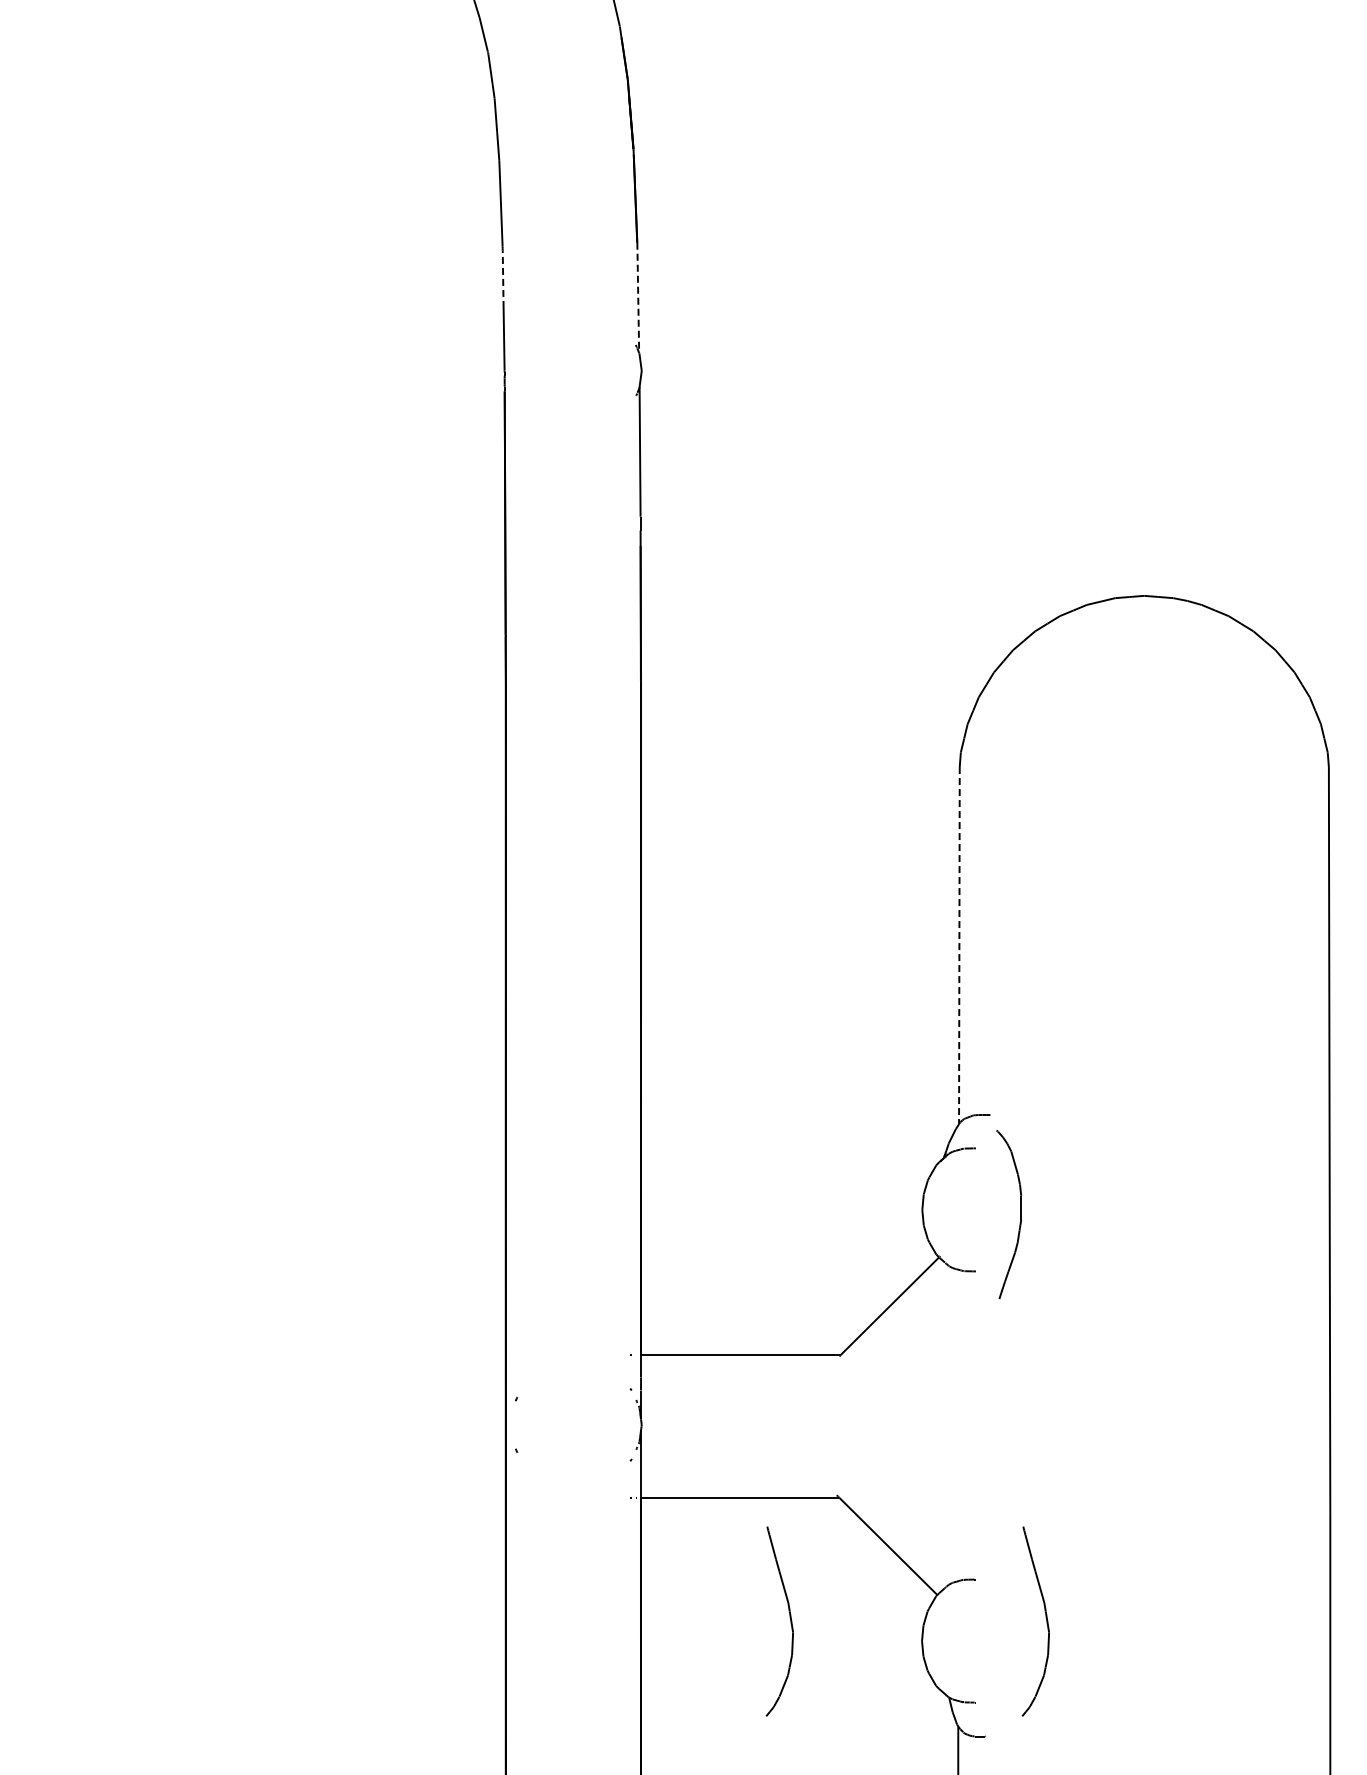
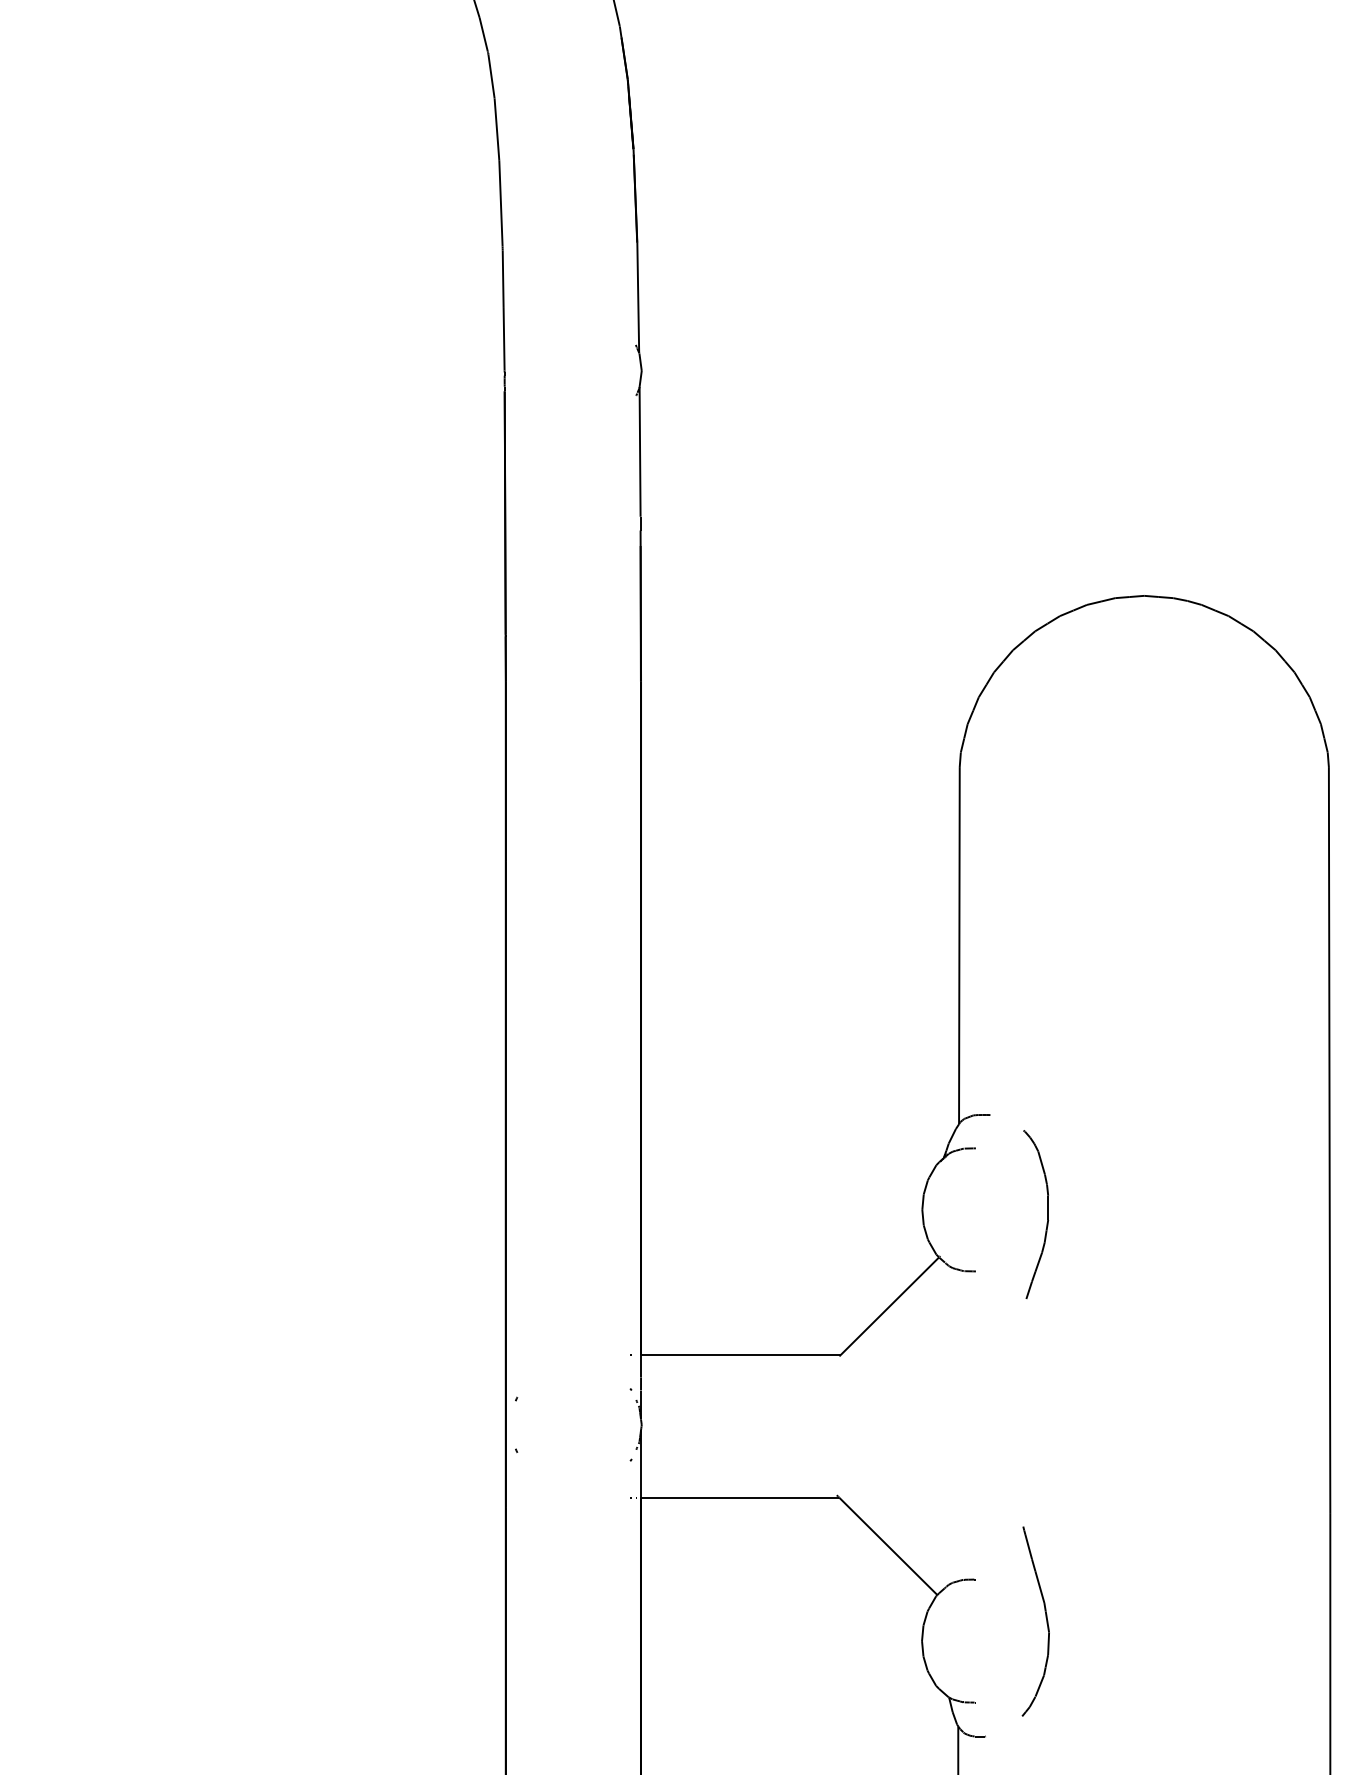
line at (503, 279): dashed -> solid
line at (638, 298): dashed -> solid
line at (959, 945): dashed -> solid
part at (1020, 1214) position: (1020, 1214) -> (1047, 1214)
part at (789, 1617): present -> none
